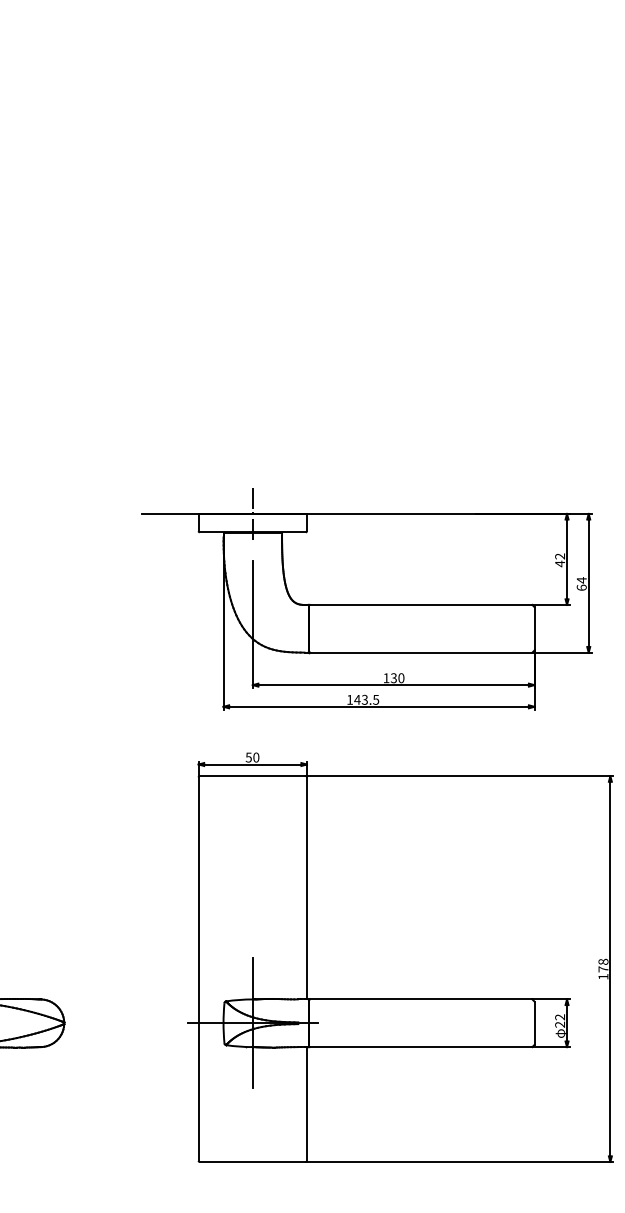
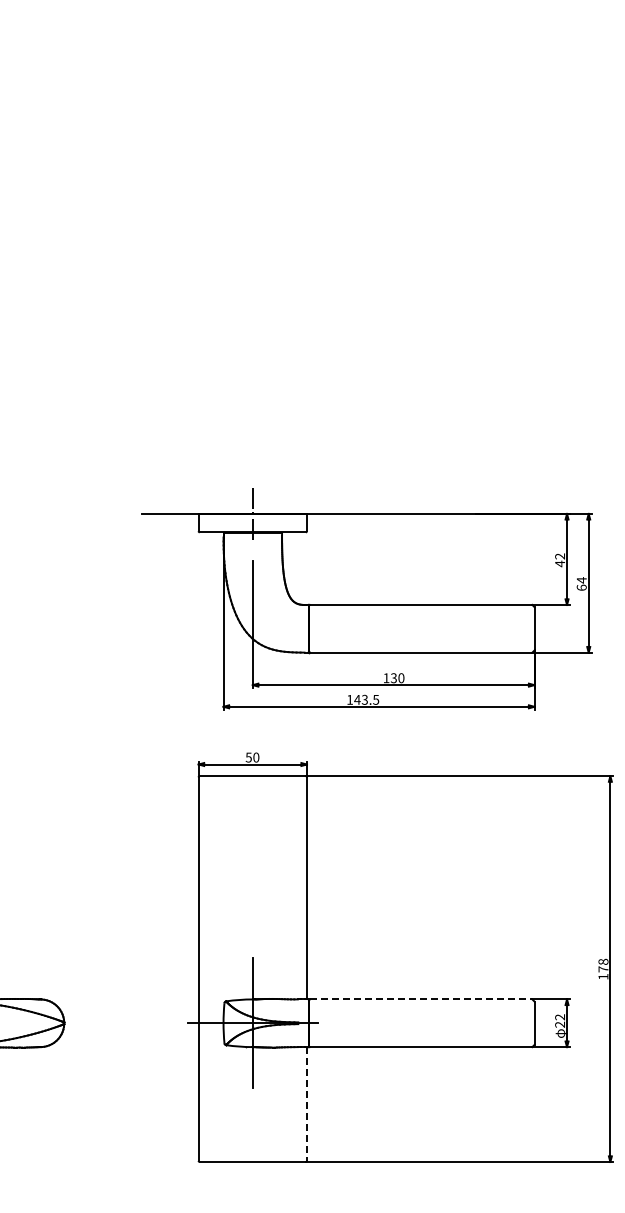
line at (421, 999): solid -> dashed
line at (306, 1103): solid -> dashed
